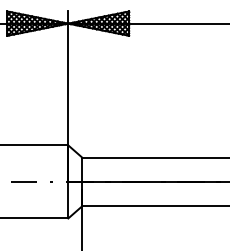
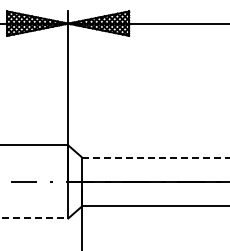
line at (156, 157): solid -> dashed
line at (34, 218): solid -> dashed
